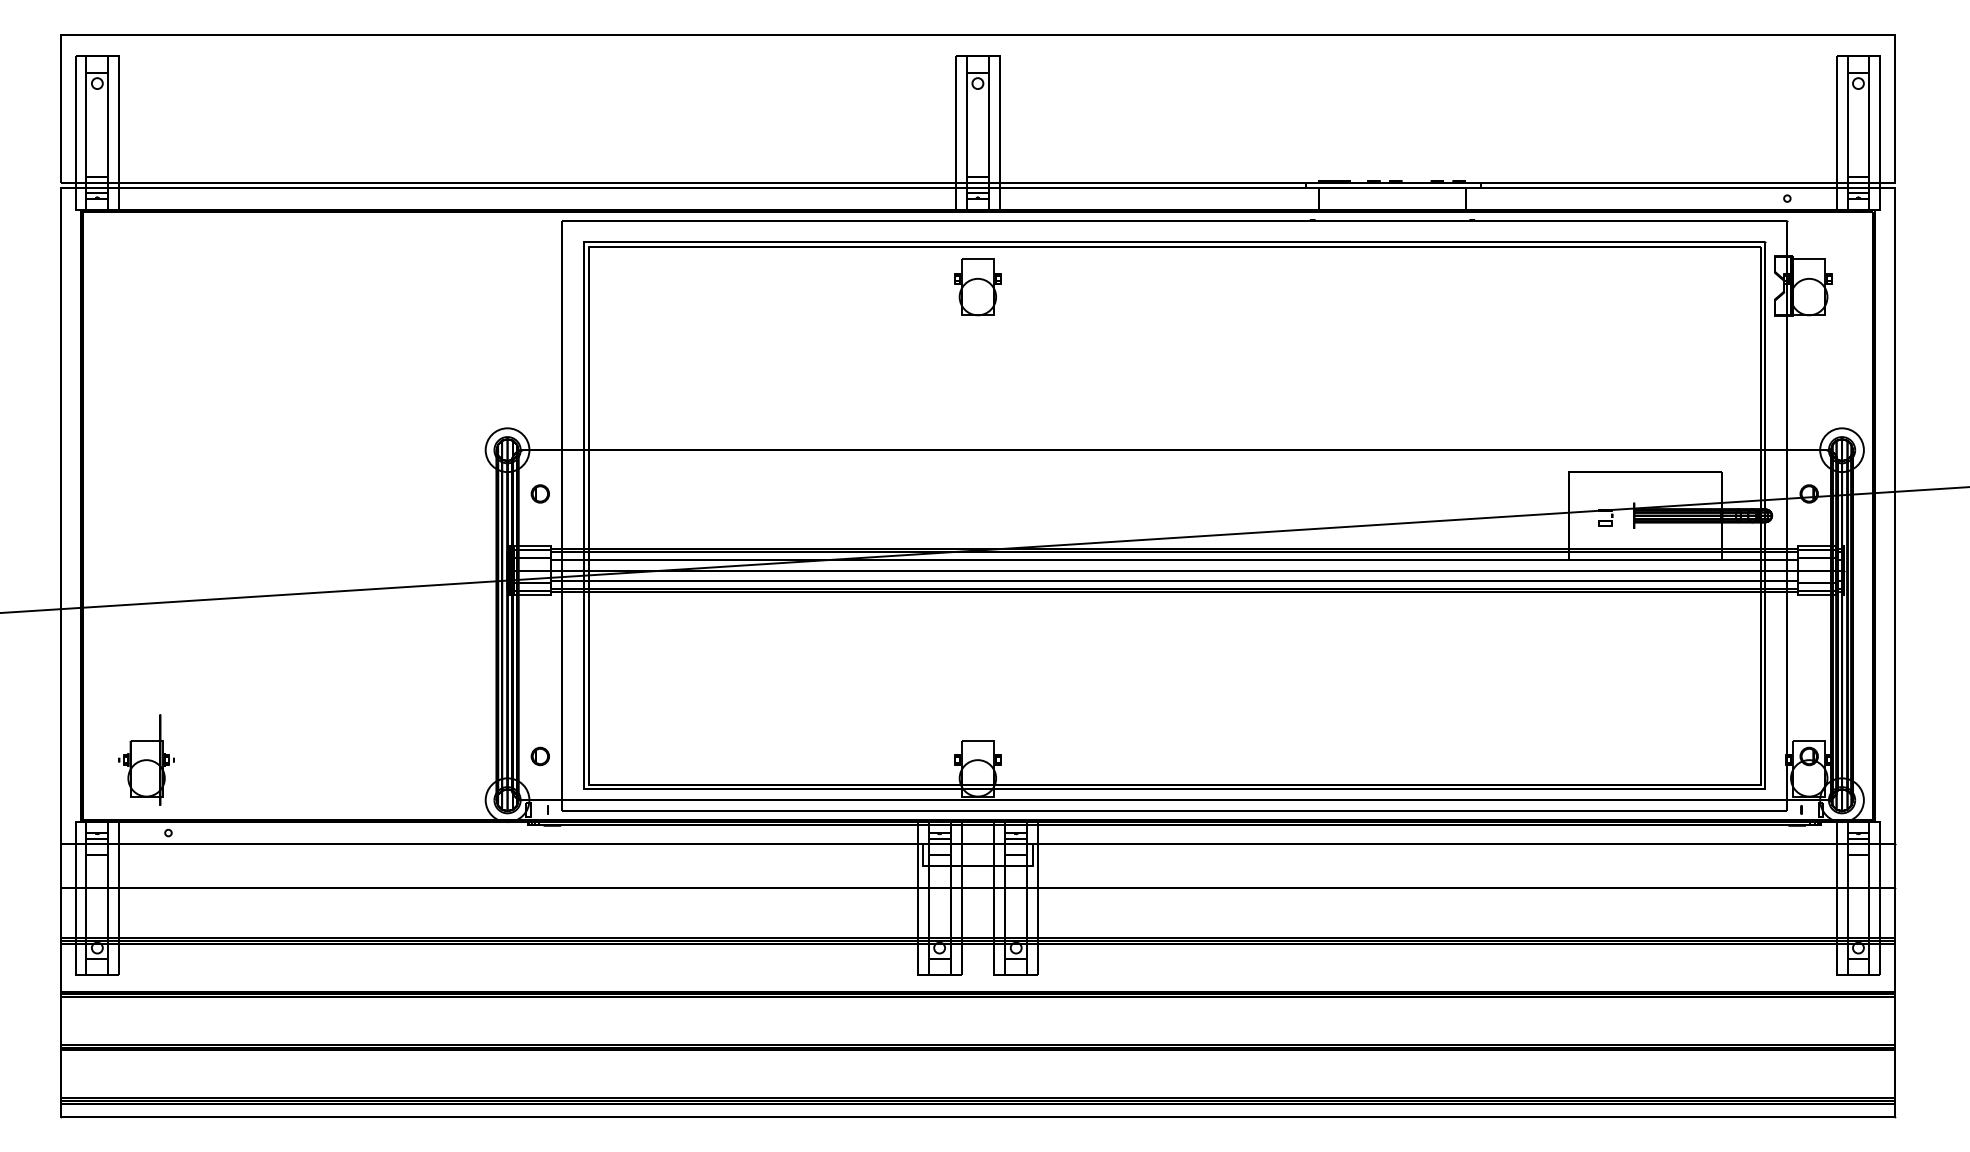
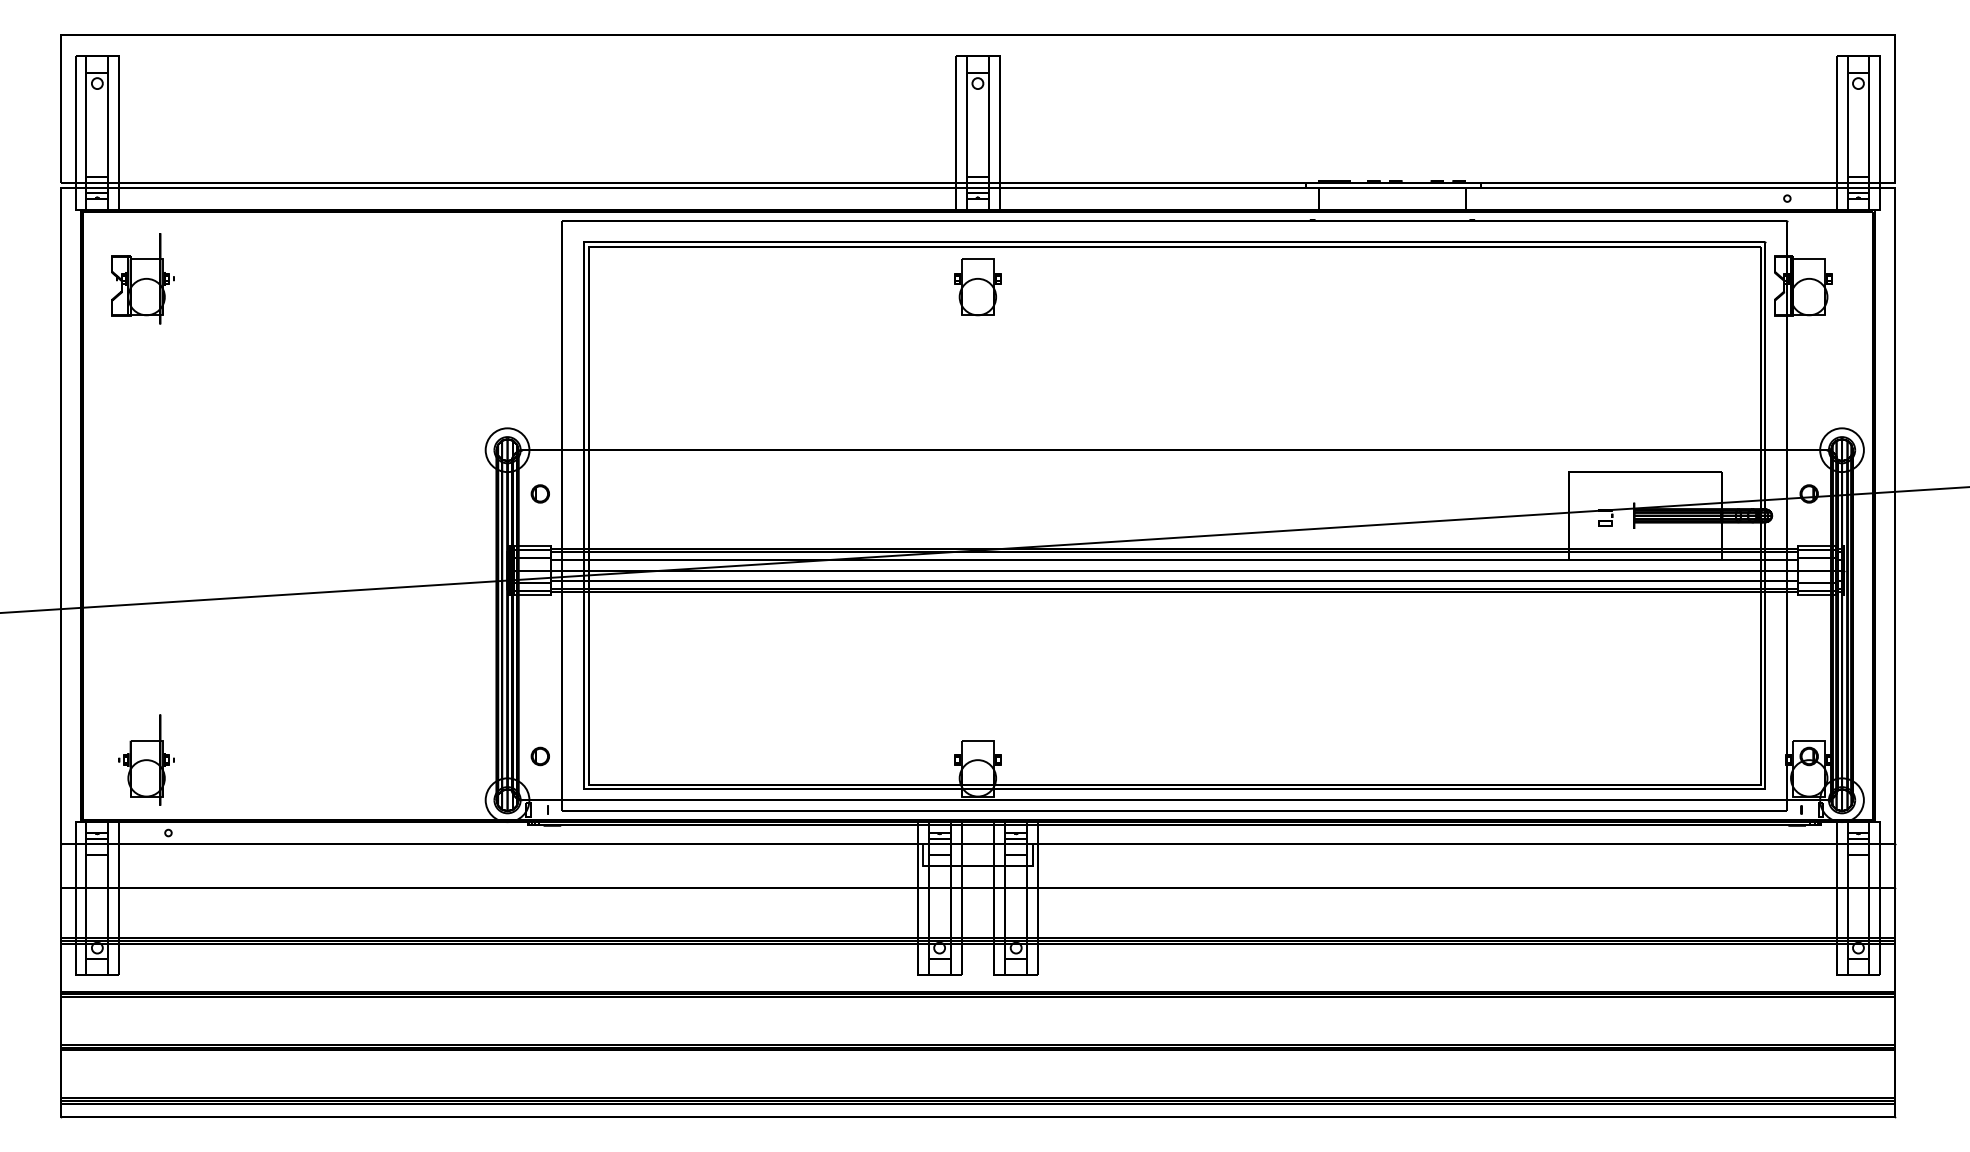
part at (142, 278): none -> present
